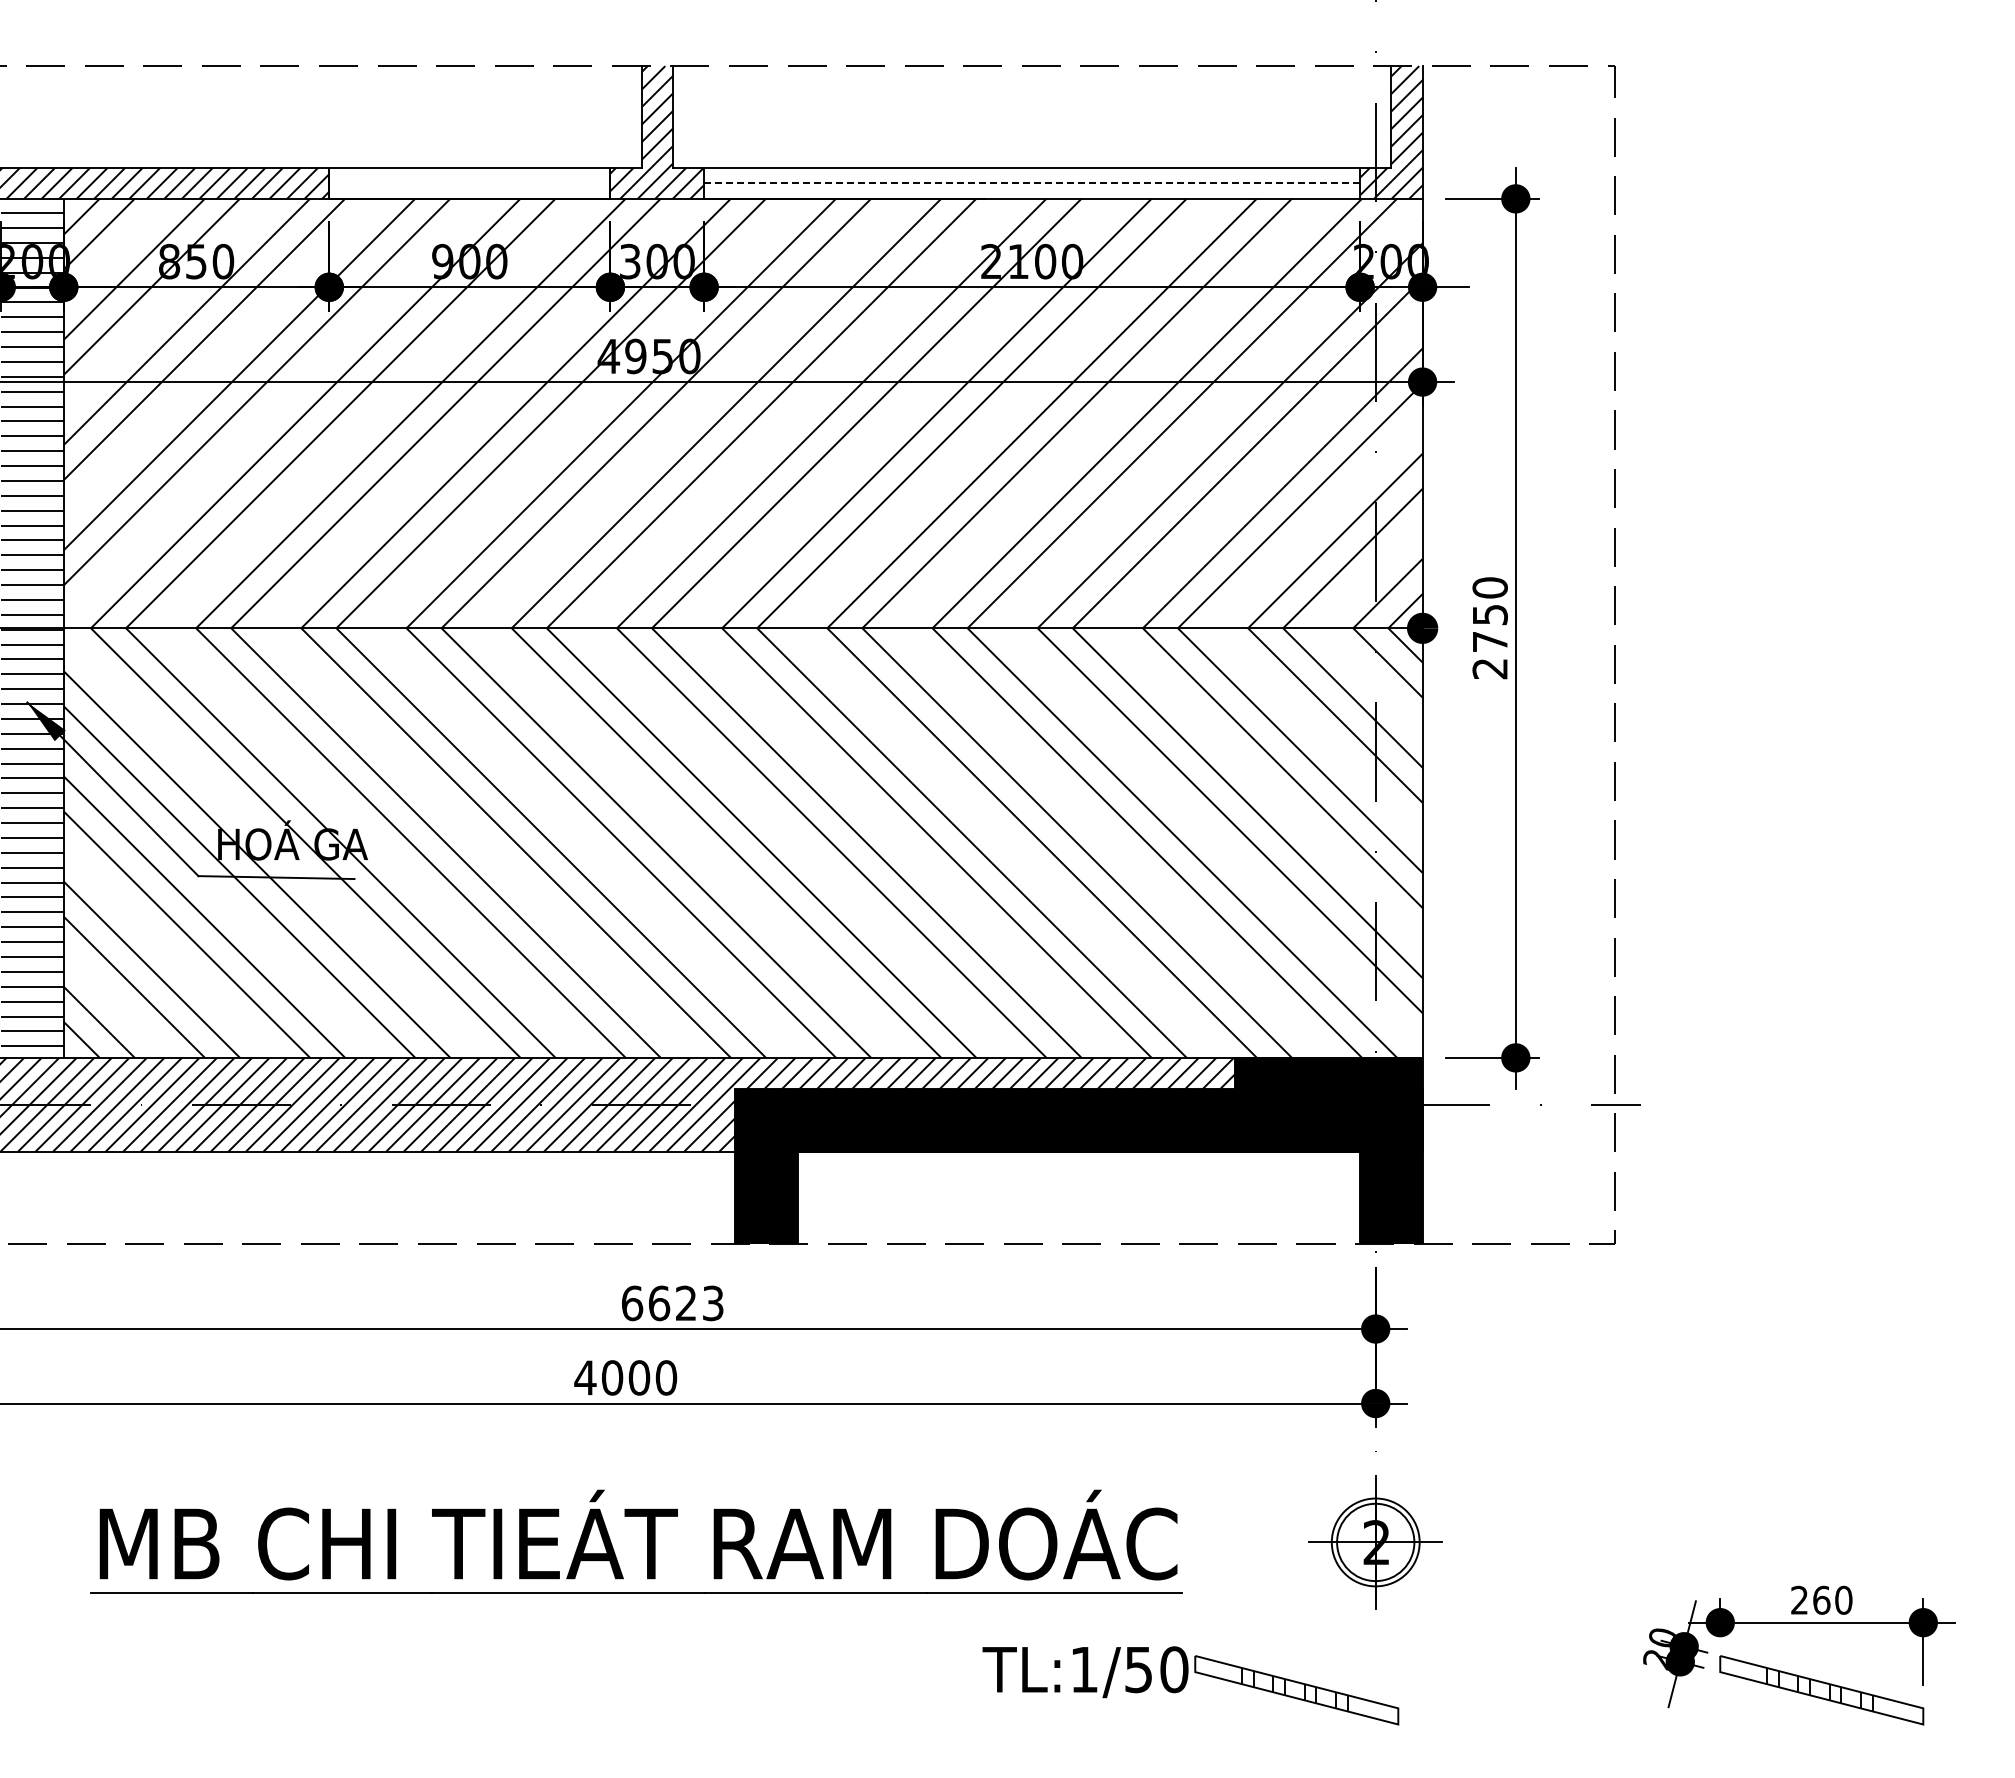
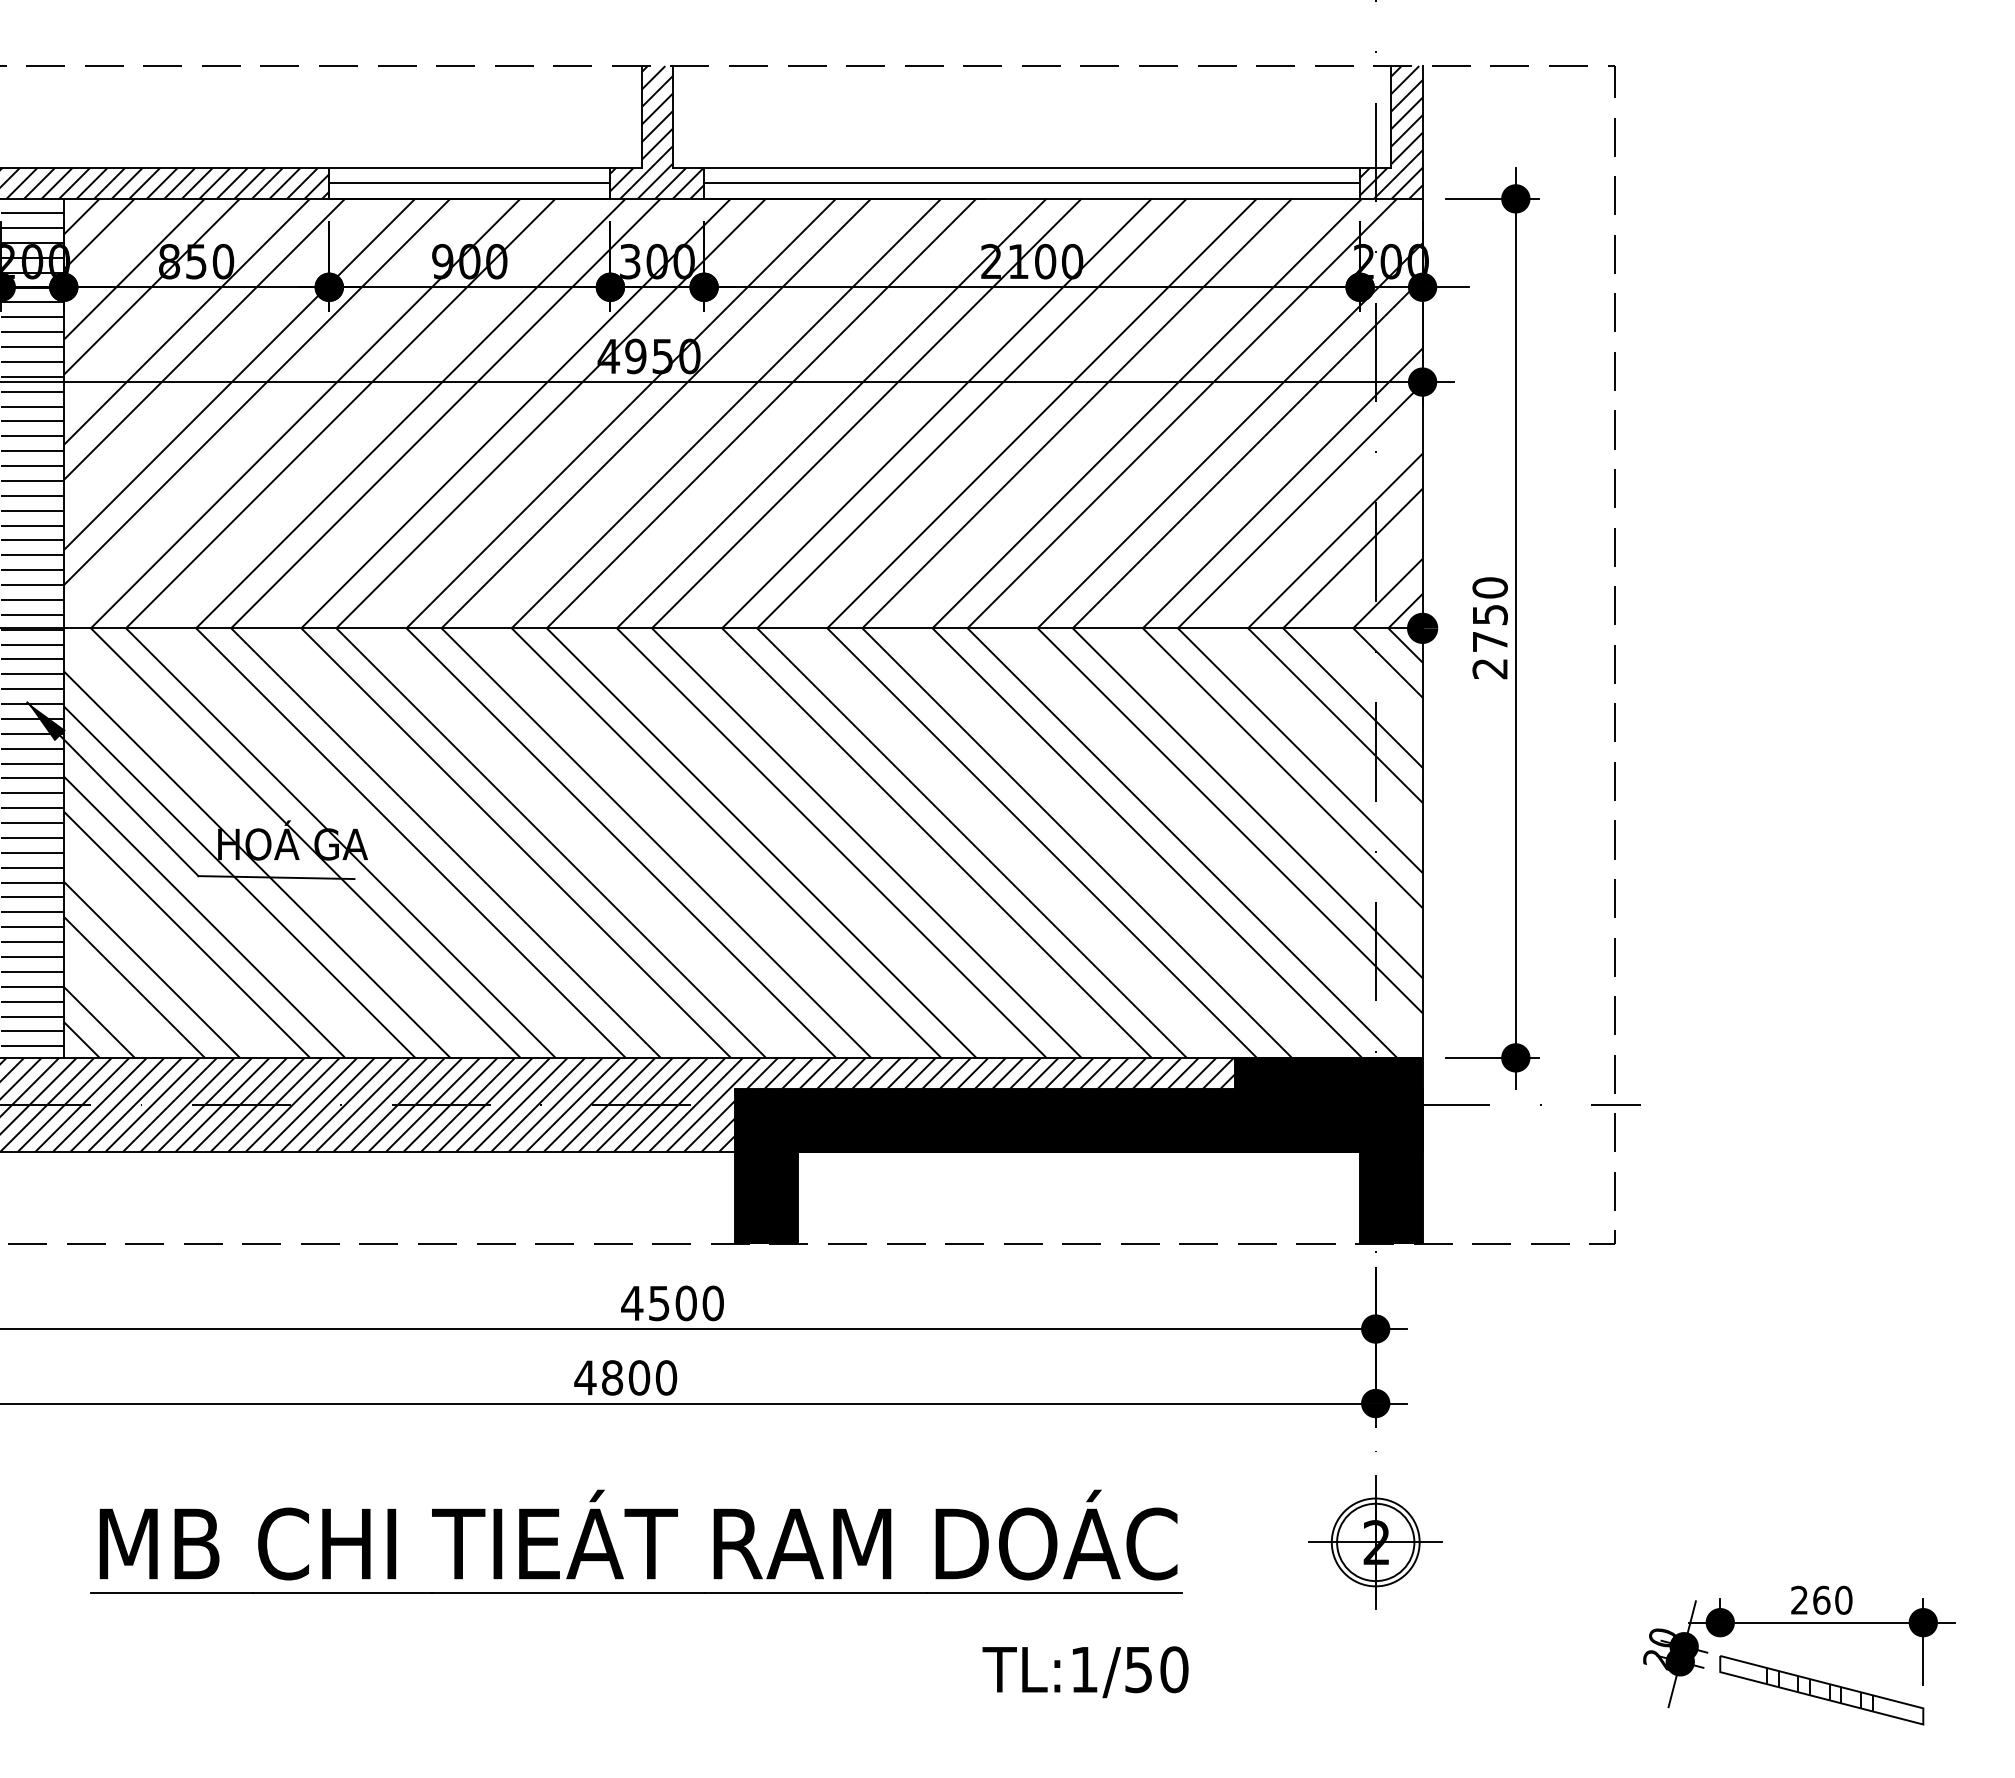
line at (469, 183): none -> present
line at (1032, 183): dashed -> solid
text at (672, 1303): 6623 -> 4500
text at (612, 1377): 4000 -> 4800
part at (1296, 1690): present -> none
